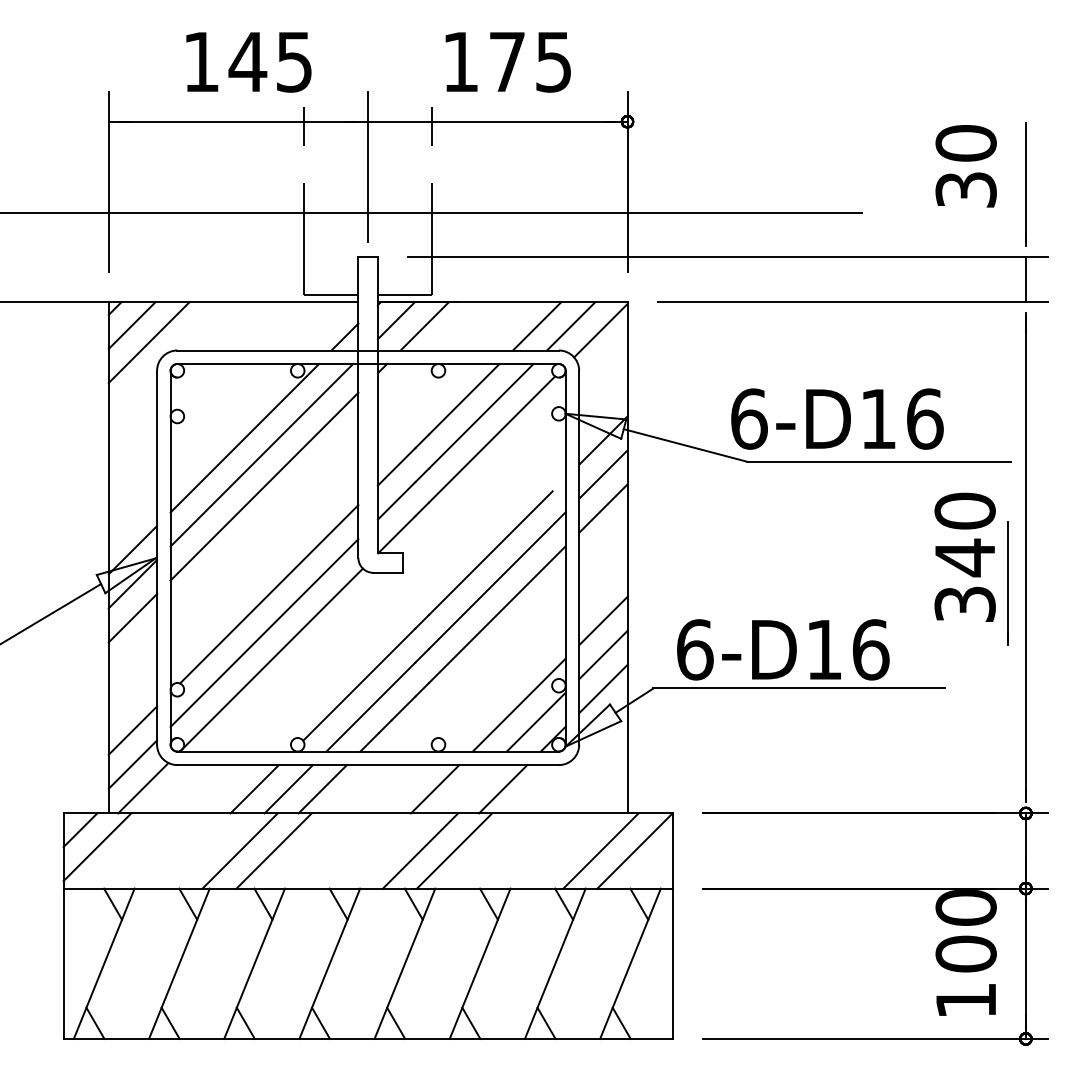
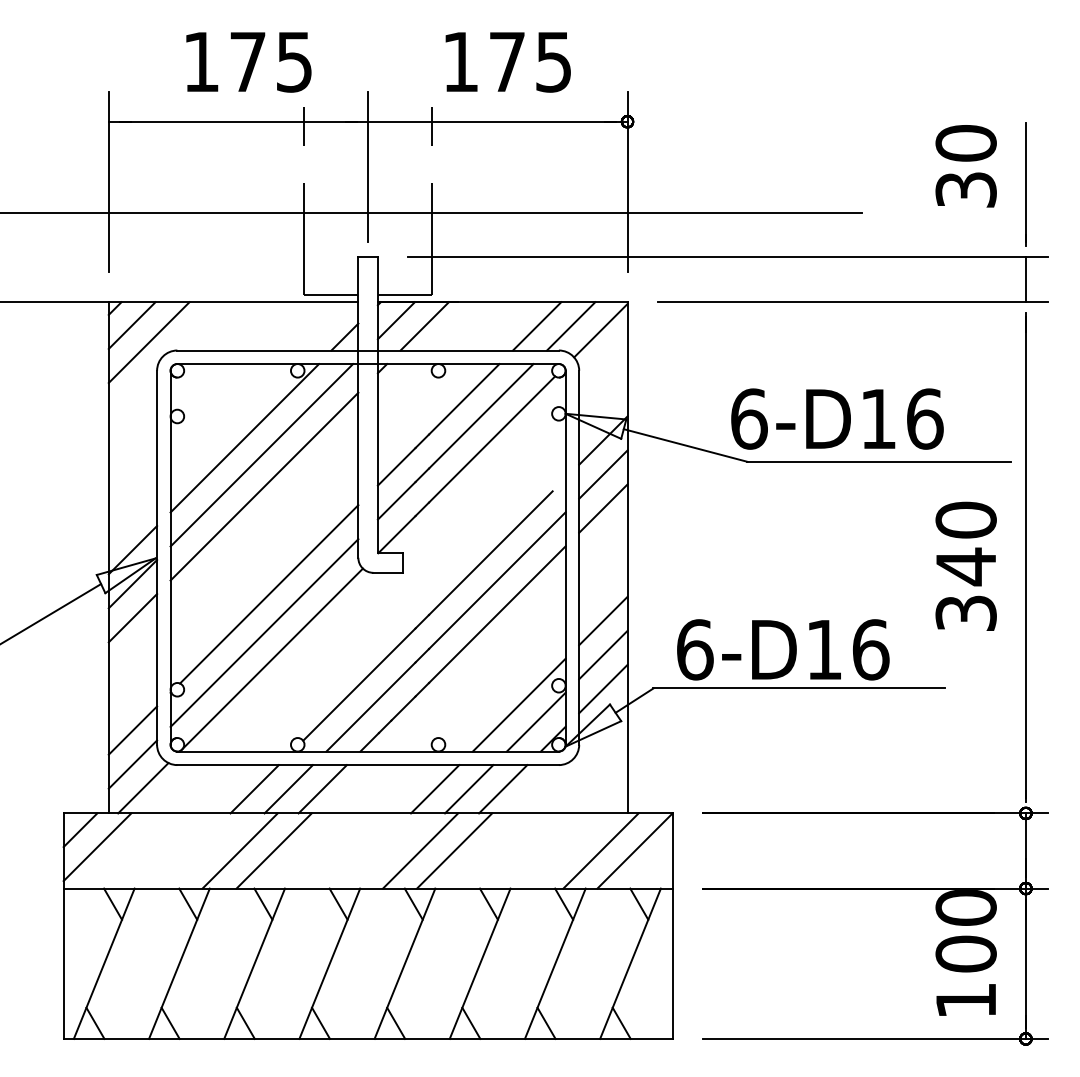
text at (247, 61): 145 -> 175
text at (964, 556) position: (964, 556) -> (965, 565)
line at (1007, 583): present -> none
line at (469, 789): none -> present
